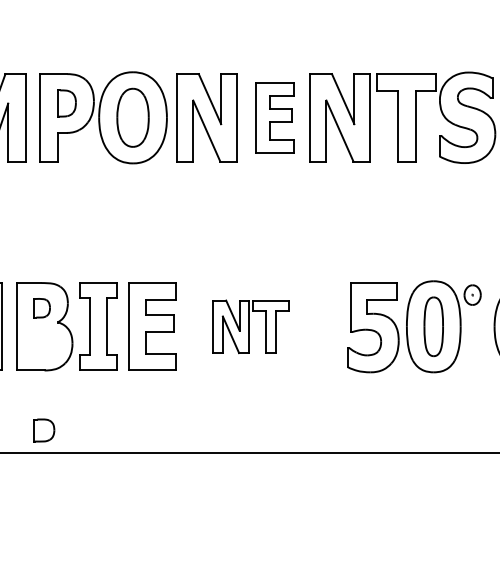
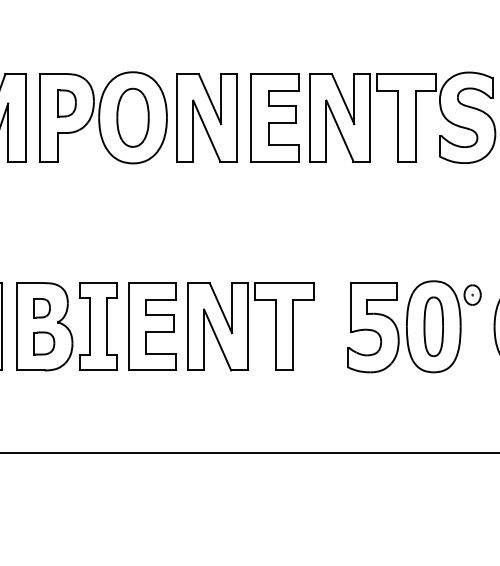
part at (274, 117) size: 40x72 px -> 50x90 px
part at (250, 326) size: 78x56 px -> 128x90 px
part at (44, 430) position: (44, 430) -> (44, 343)
